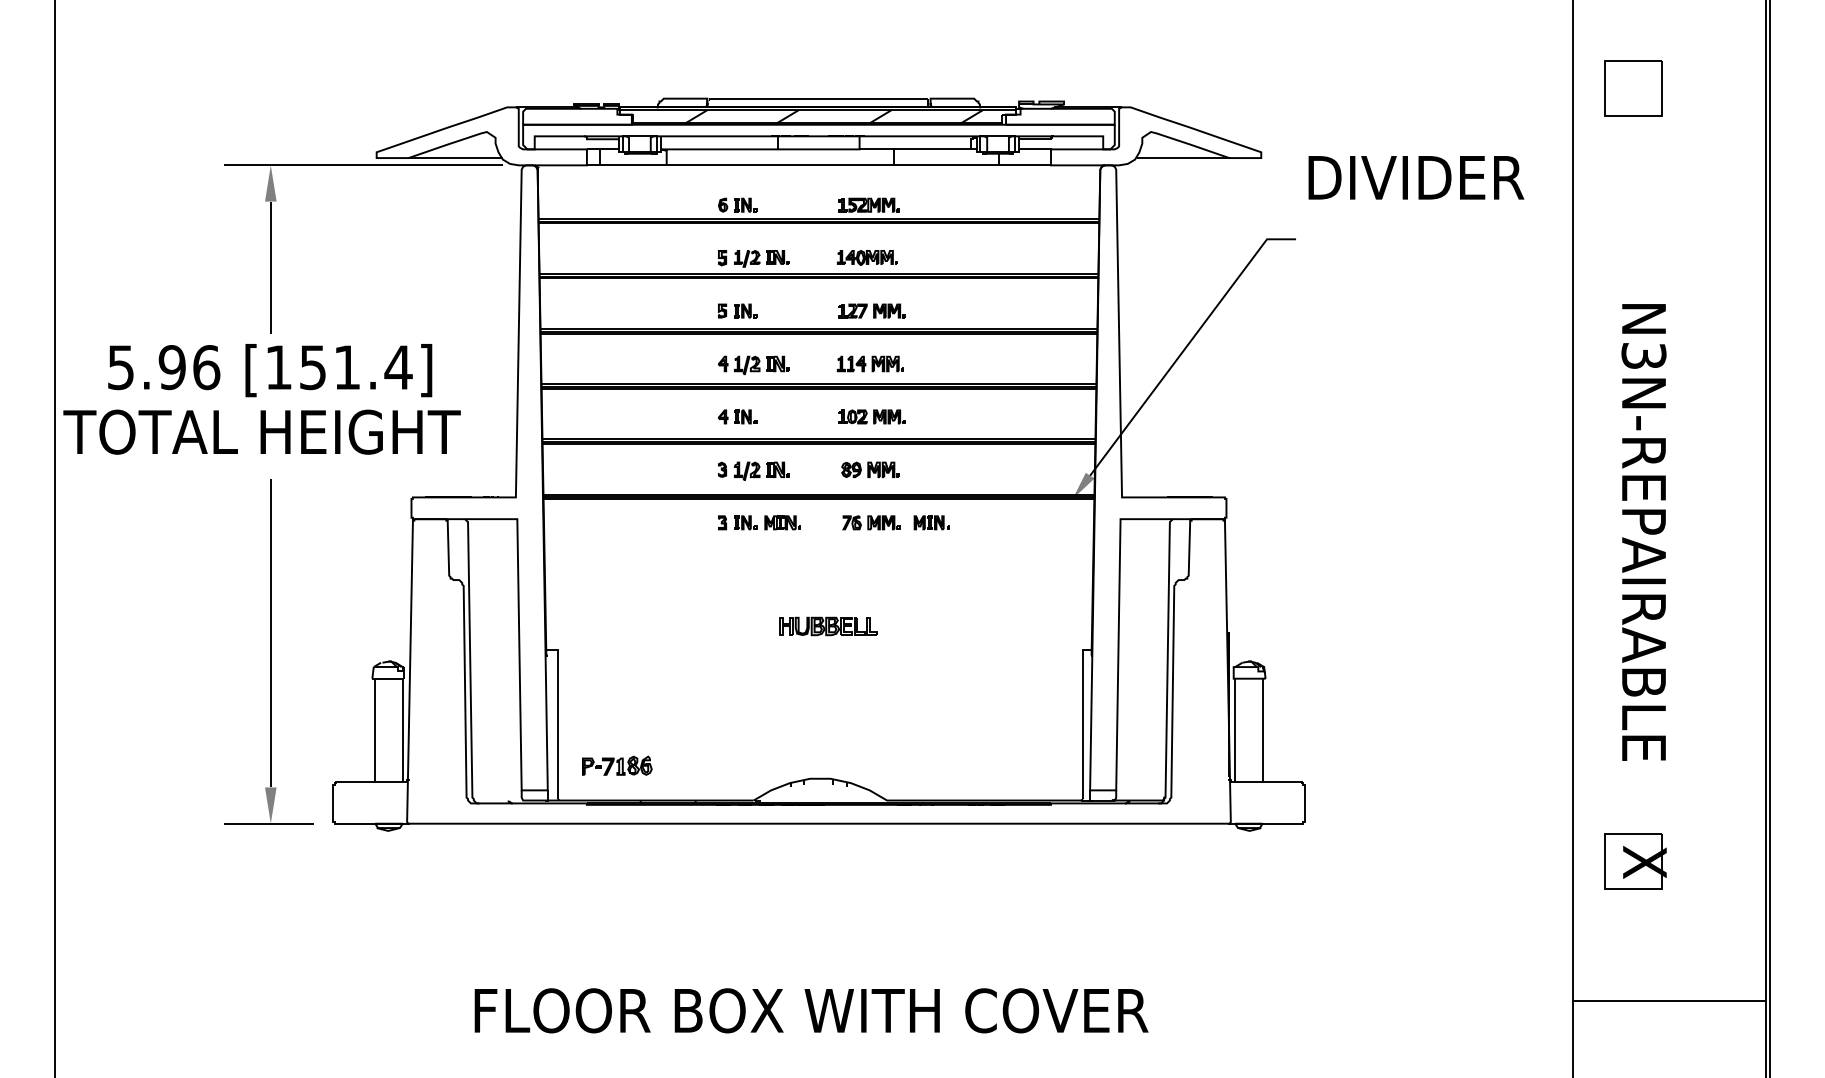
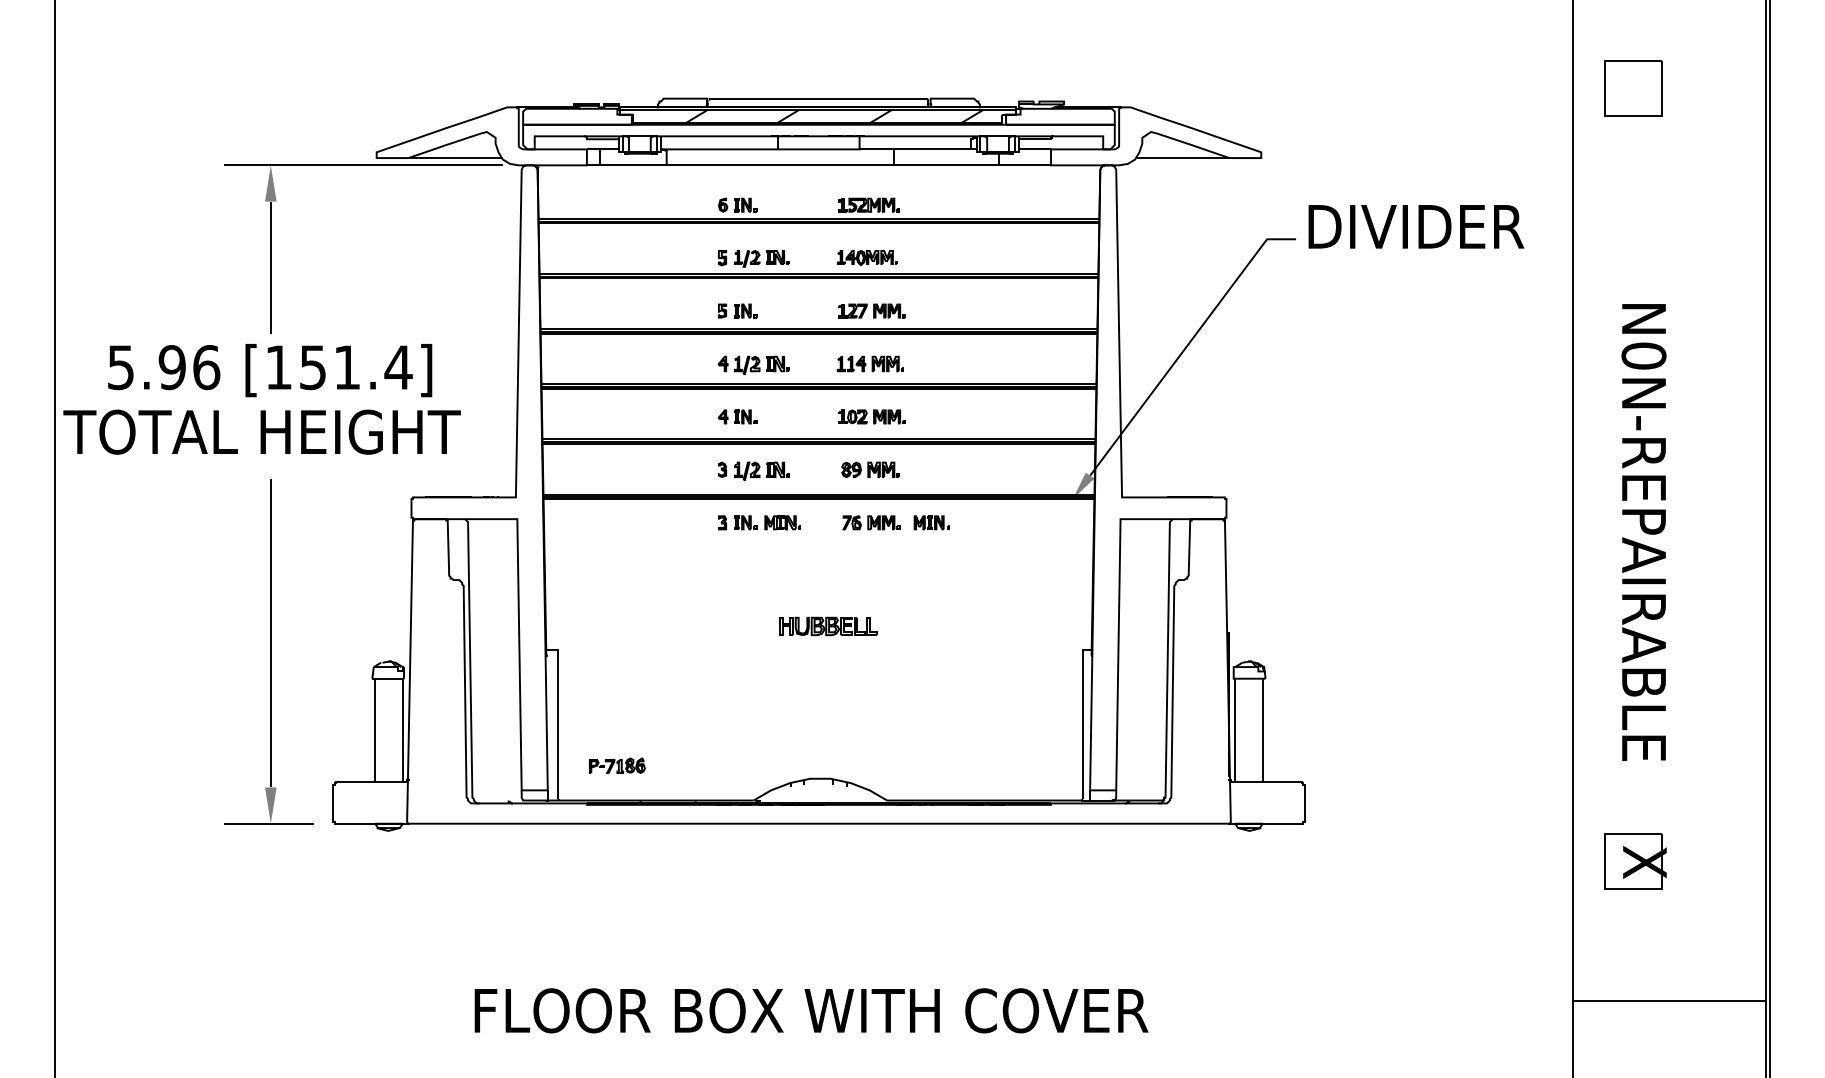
text at (1416, 177) position: (1416, 177) -> (1416, 226)
text at (1643, 355): N3N-REPAIRABLE -> N0N-REPAIRABLE
part at (617, 765) size: 71x21 px -> 57x17 px
